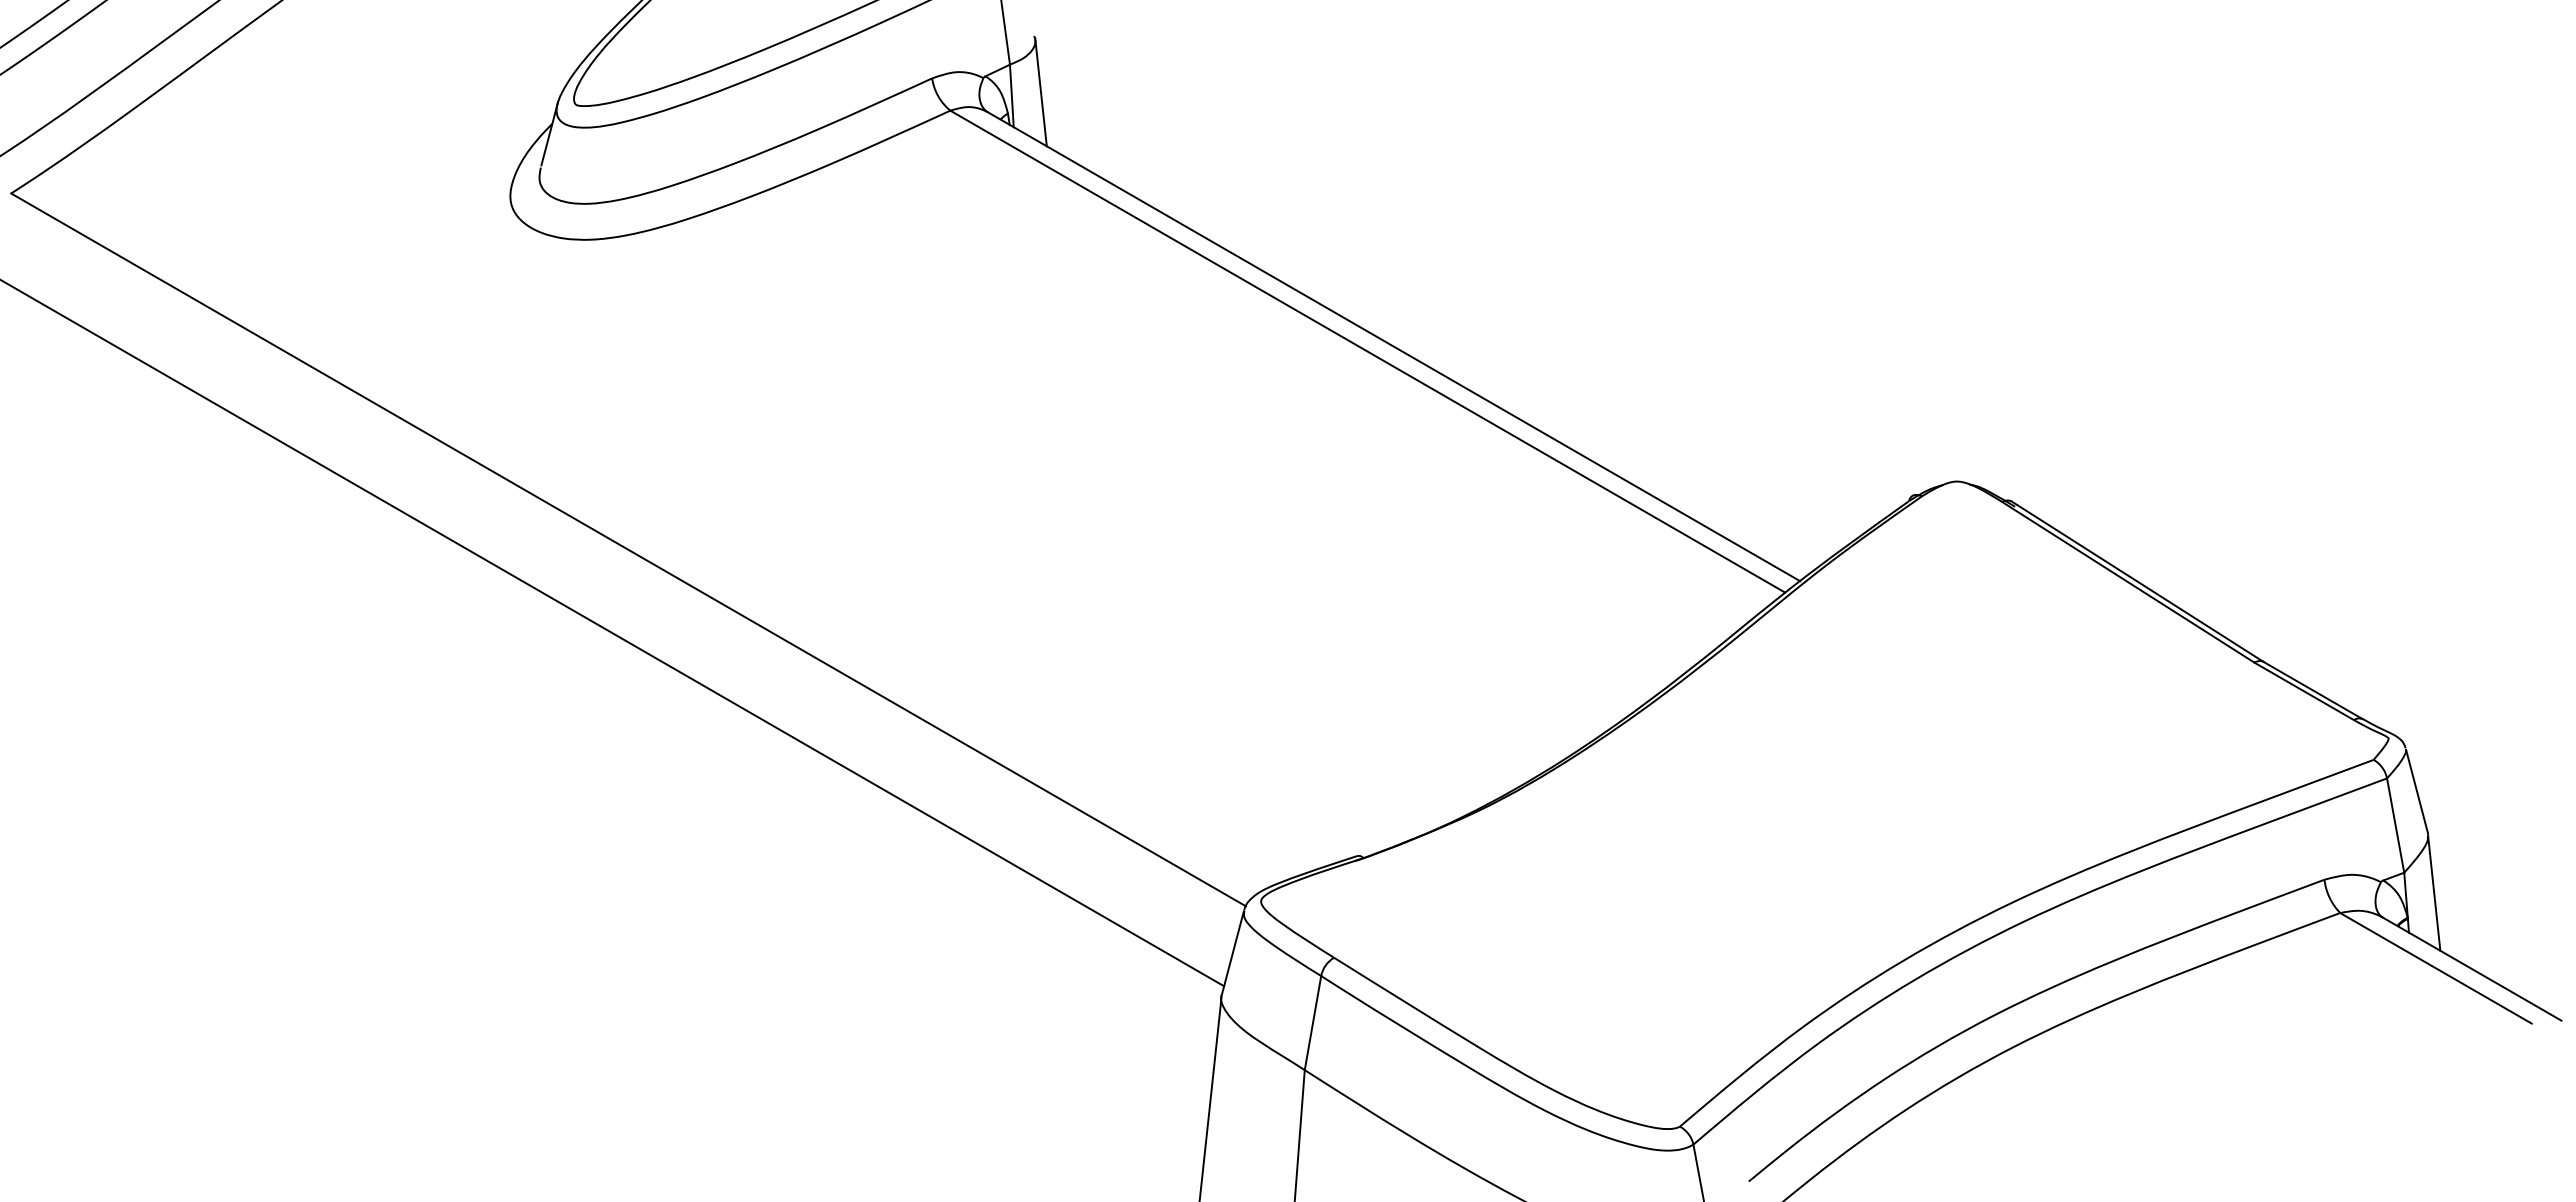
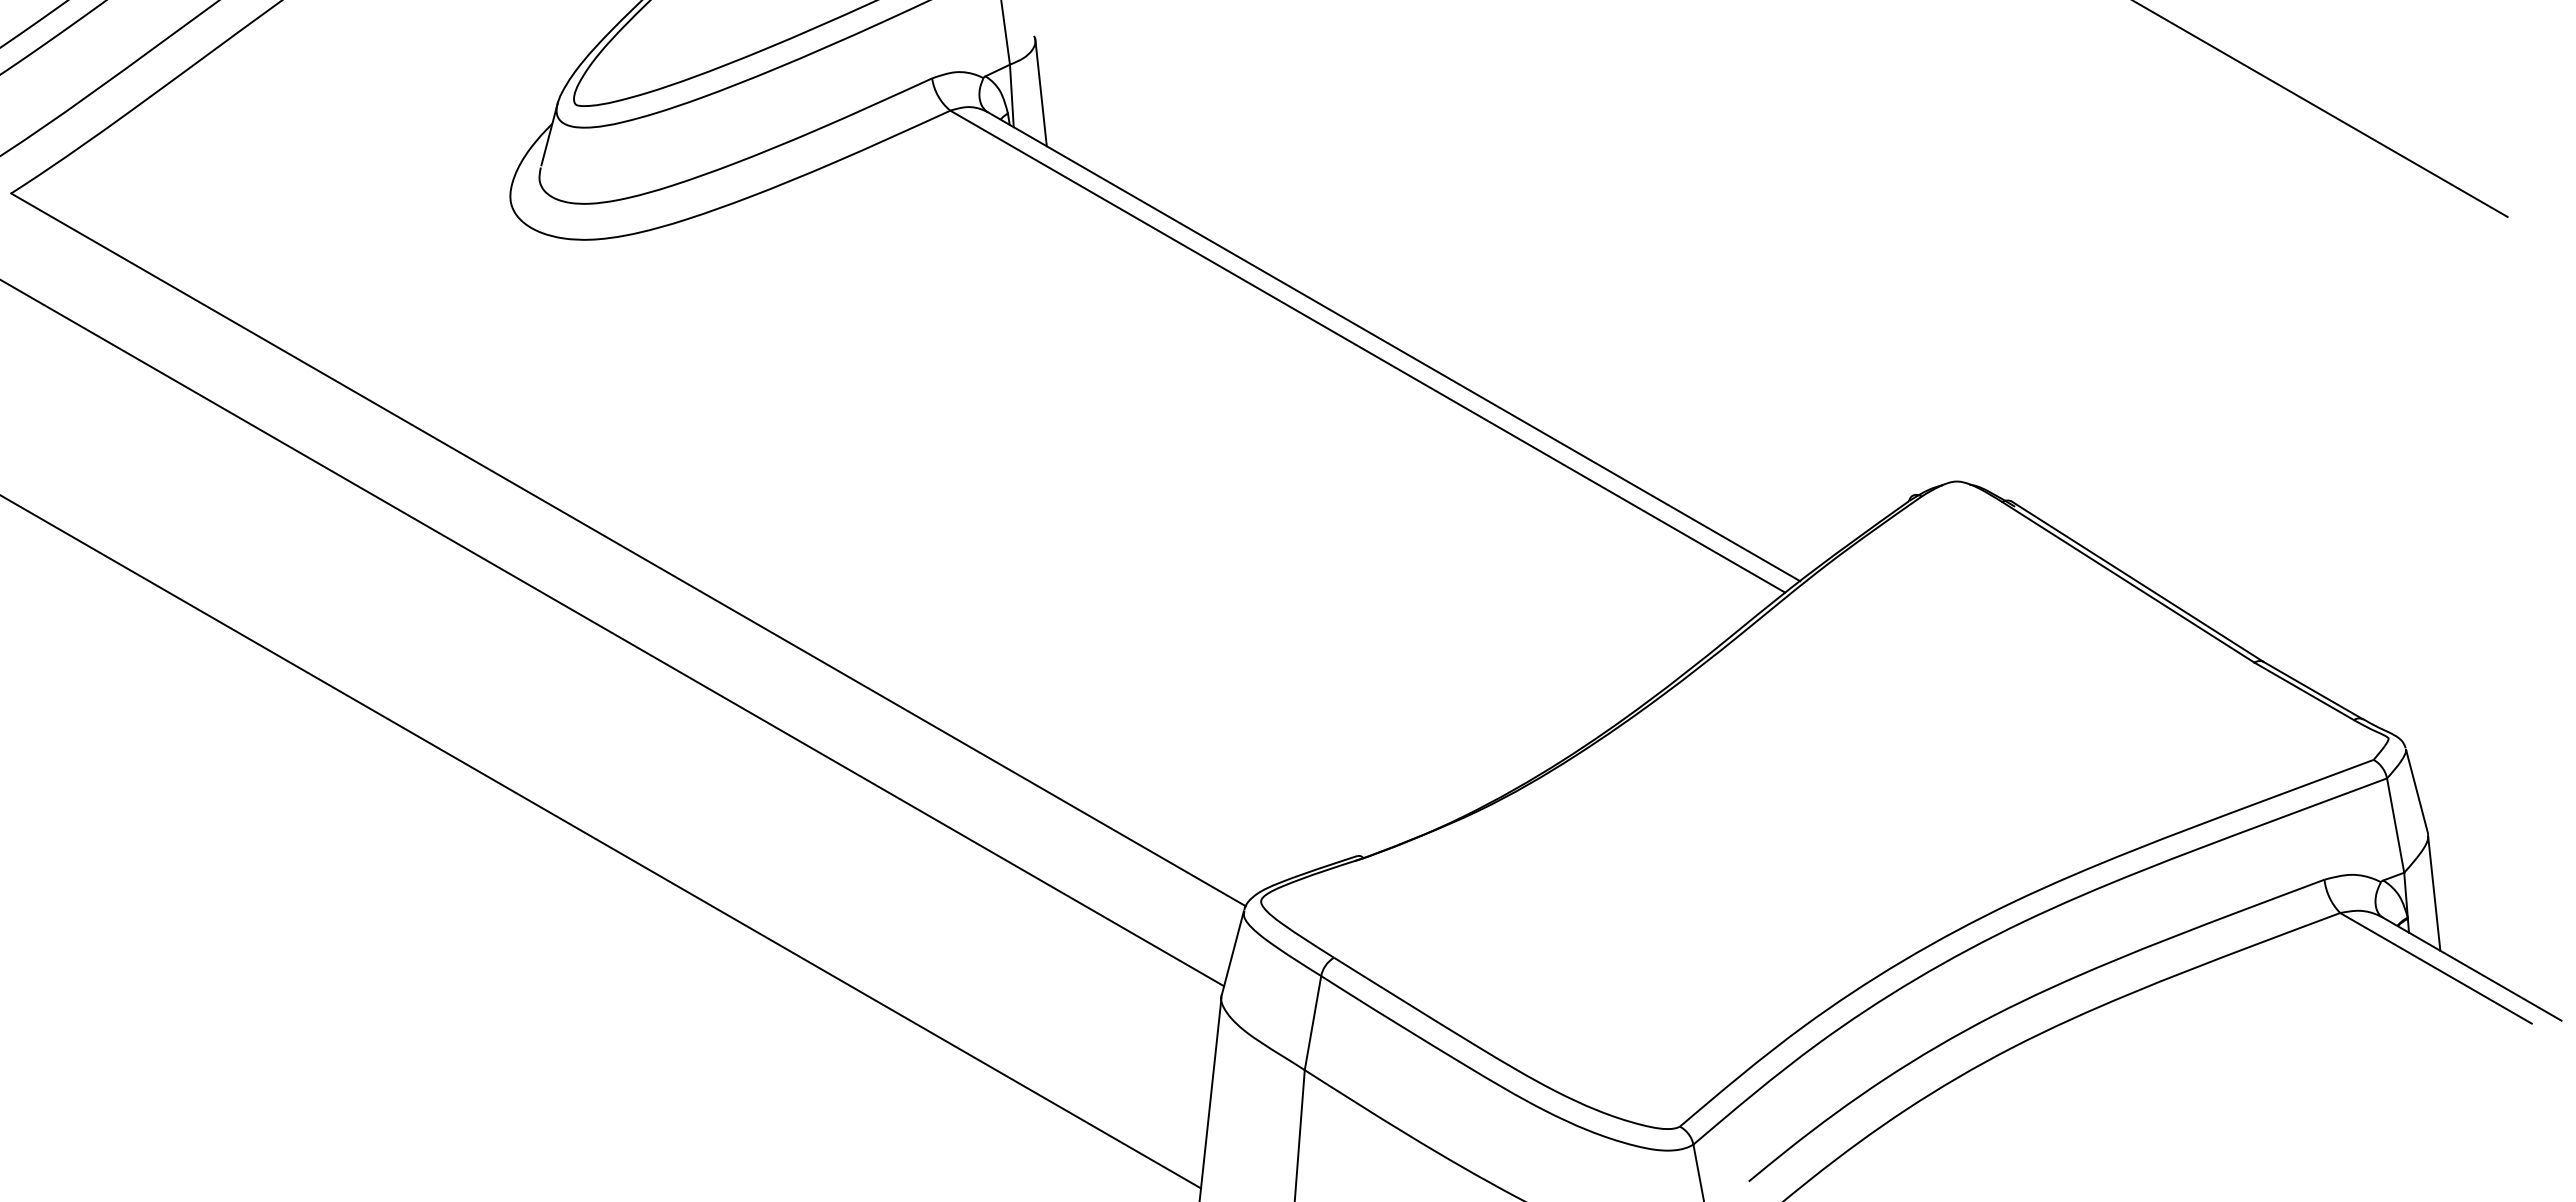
line at (2321, 109): none -> present
line at (601, 842): none -> present
